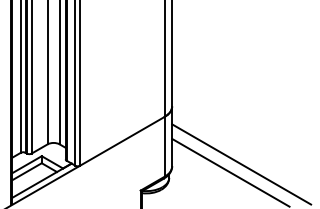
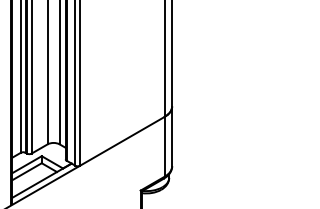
line at (241, 164): present -> none
line at (229, 171): present -> none
